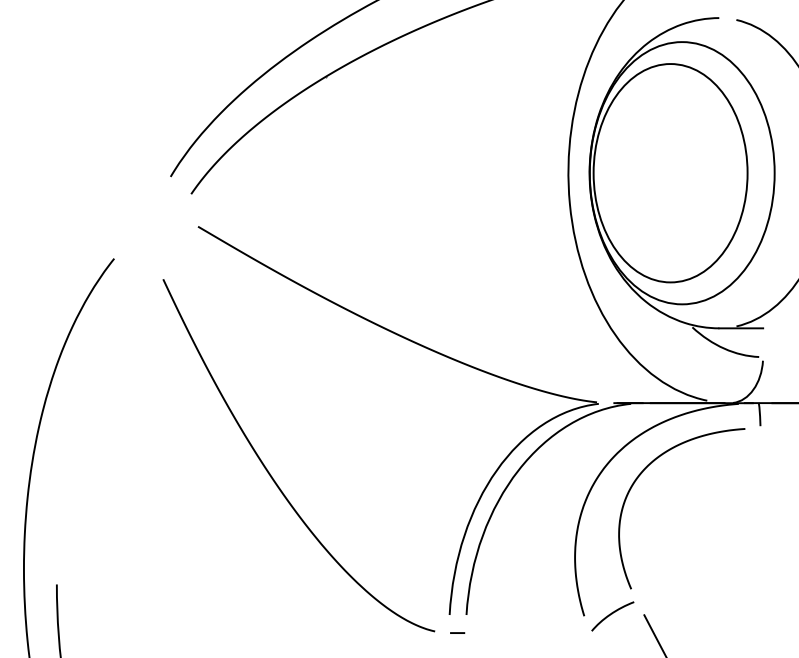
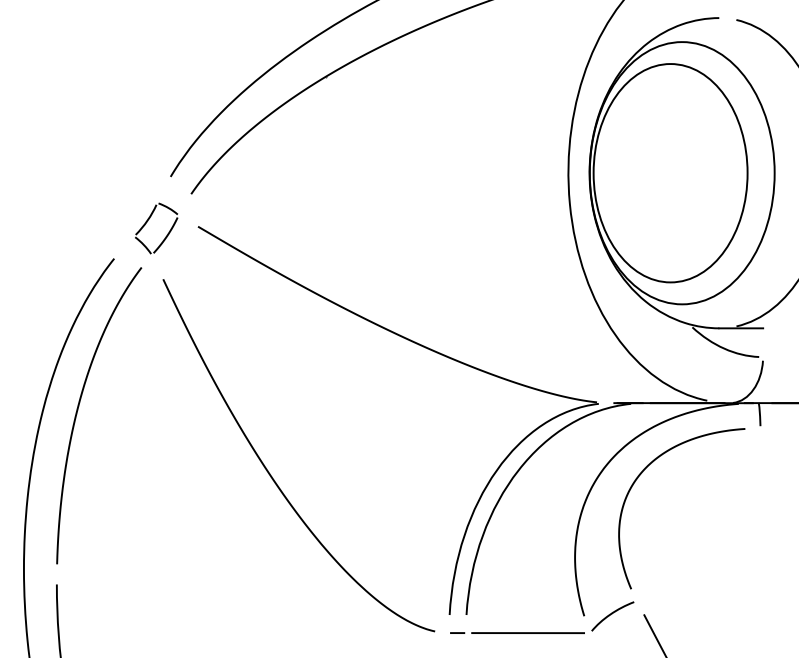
part at (148, 221): none -> present
curve at (78, 410): none -> present
line at (528, 633): none -> present
